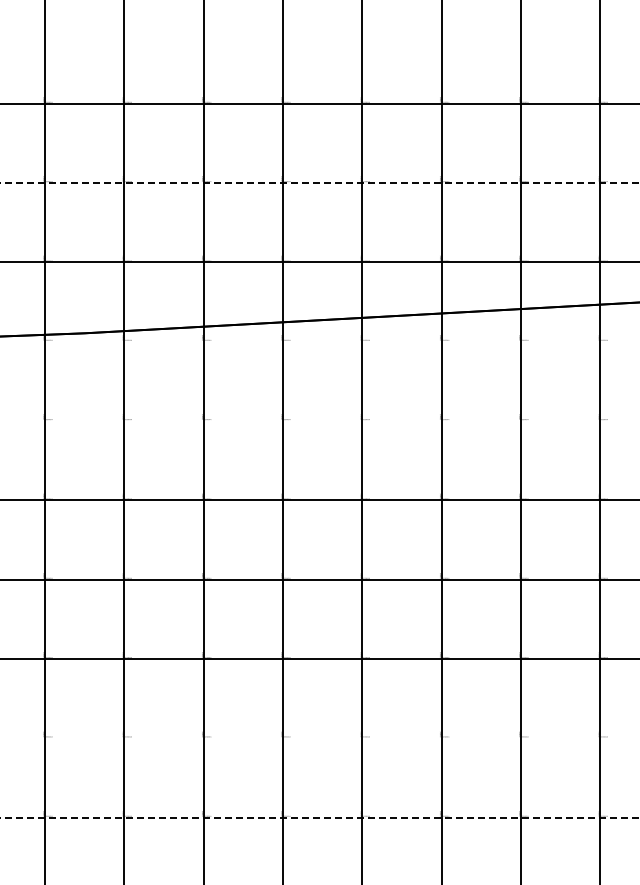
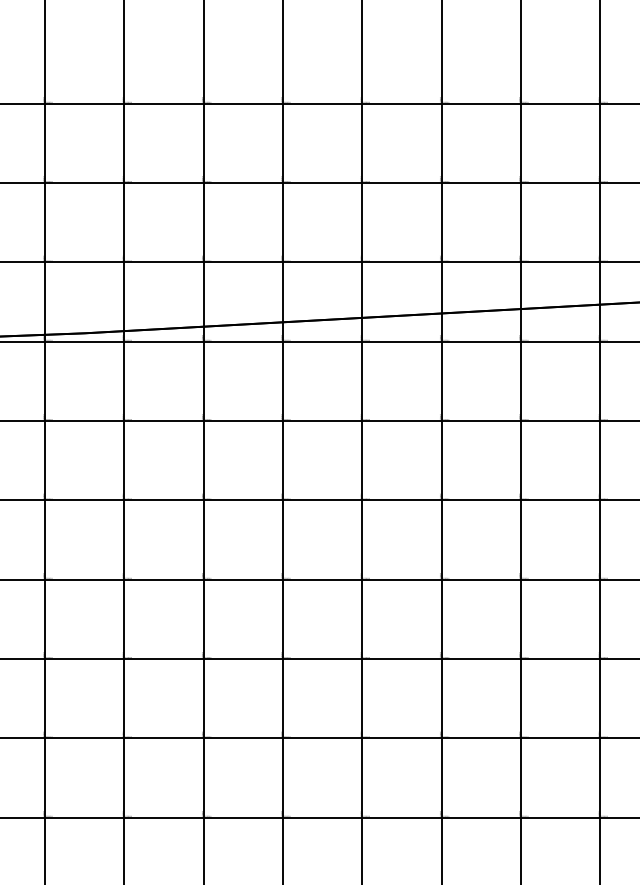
line at (321, 182): dashed -> solid
line at (319, 341): none -> present
line at (319, 420): none -> present
line at (319, 738): none -> present
line at (321, 817): dashed -> solid
